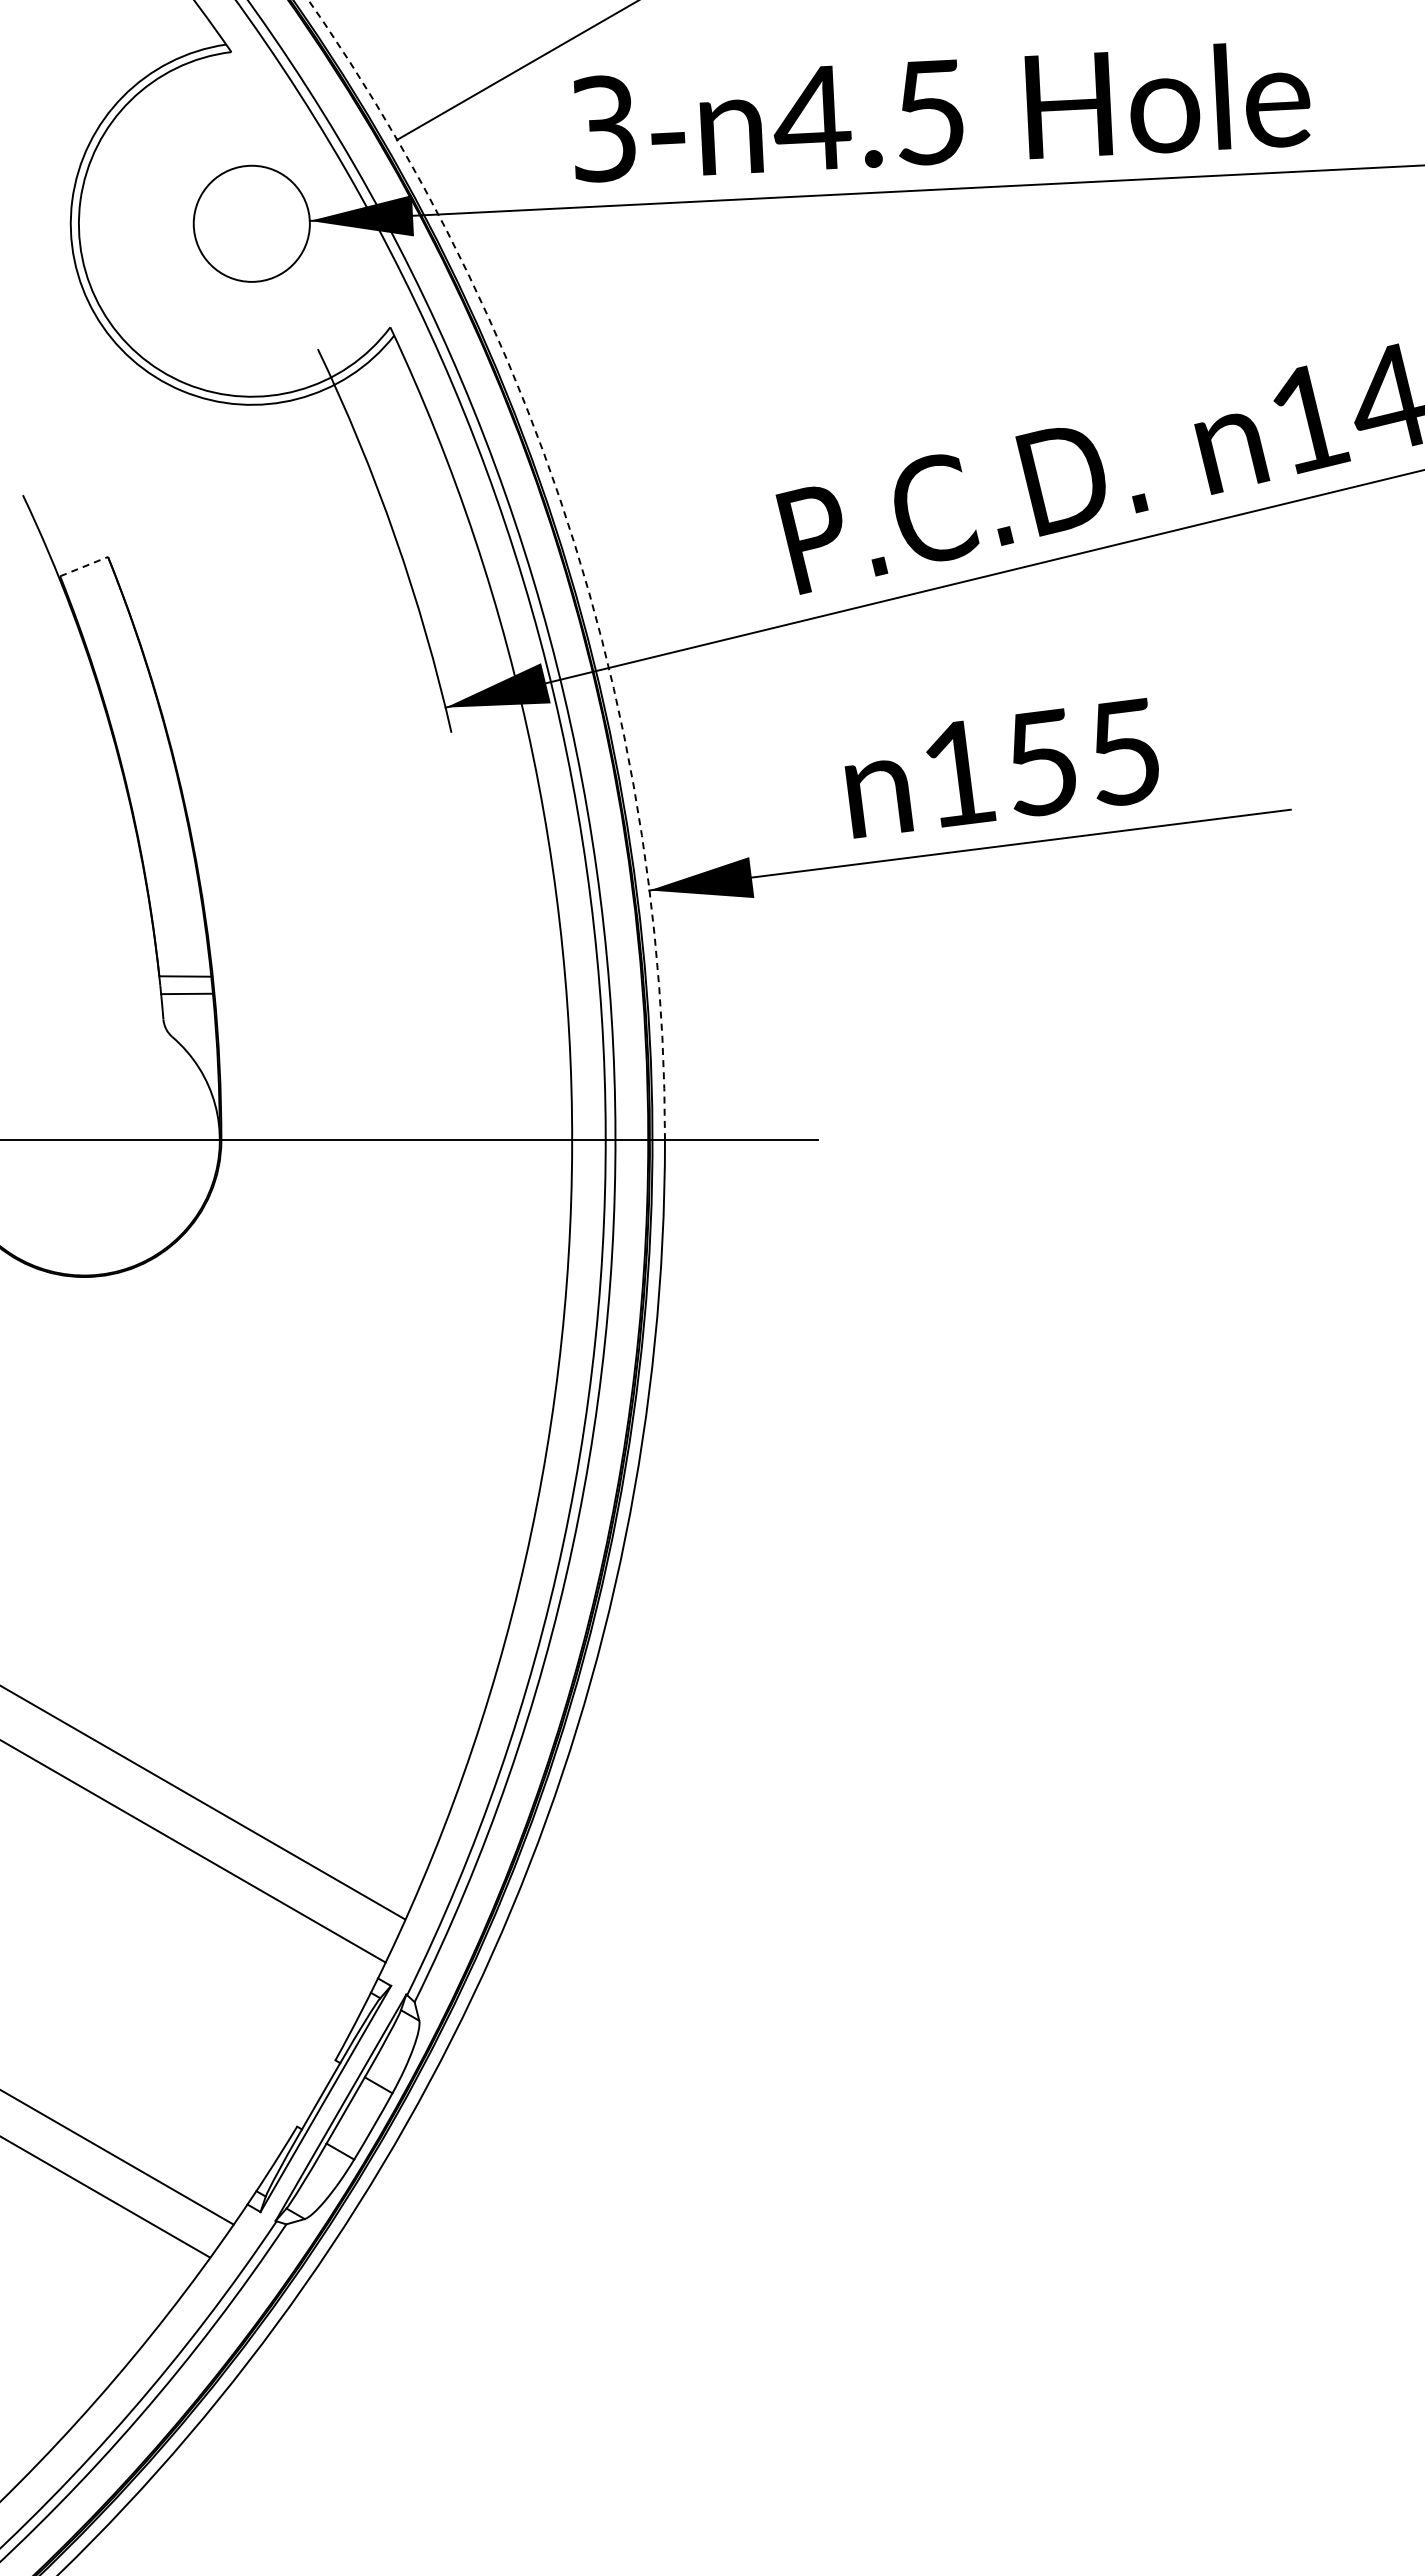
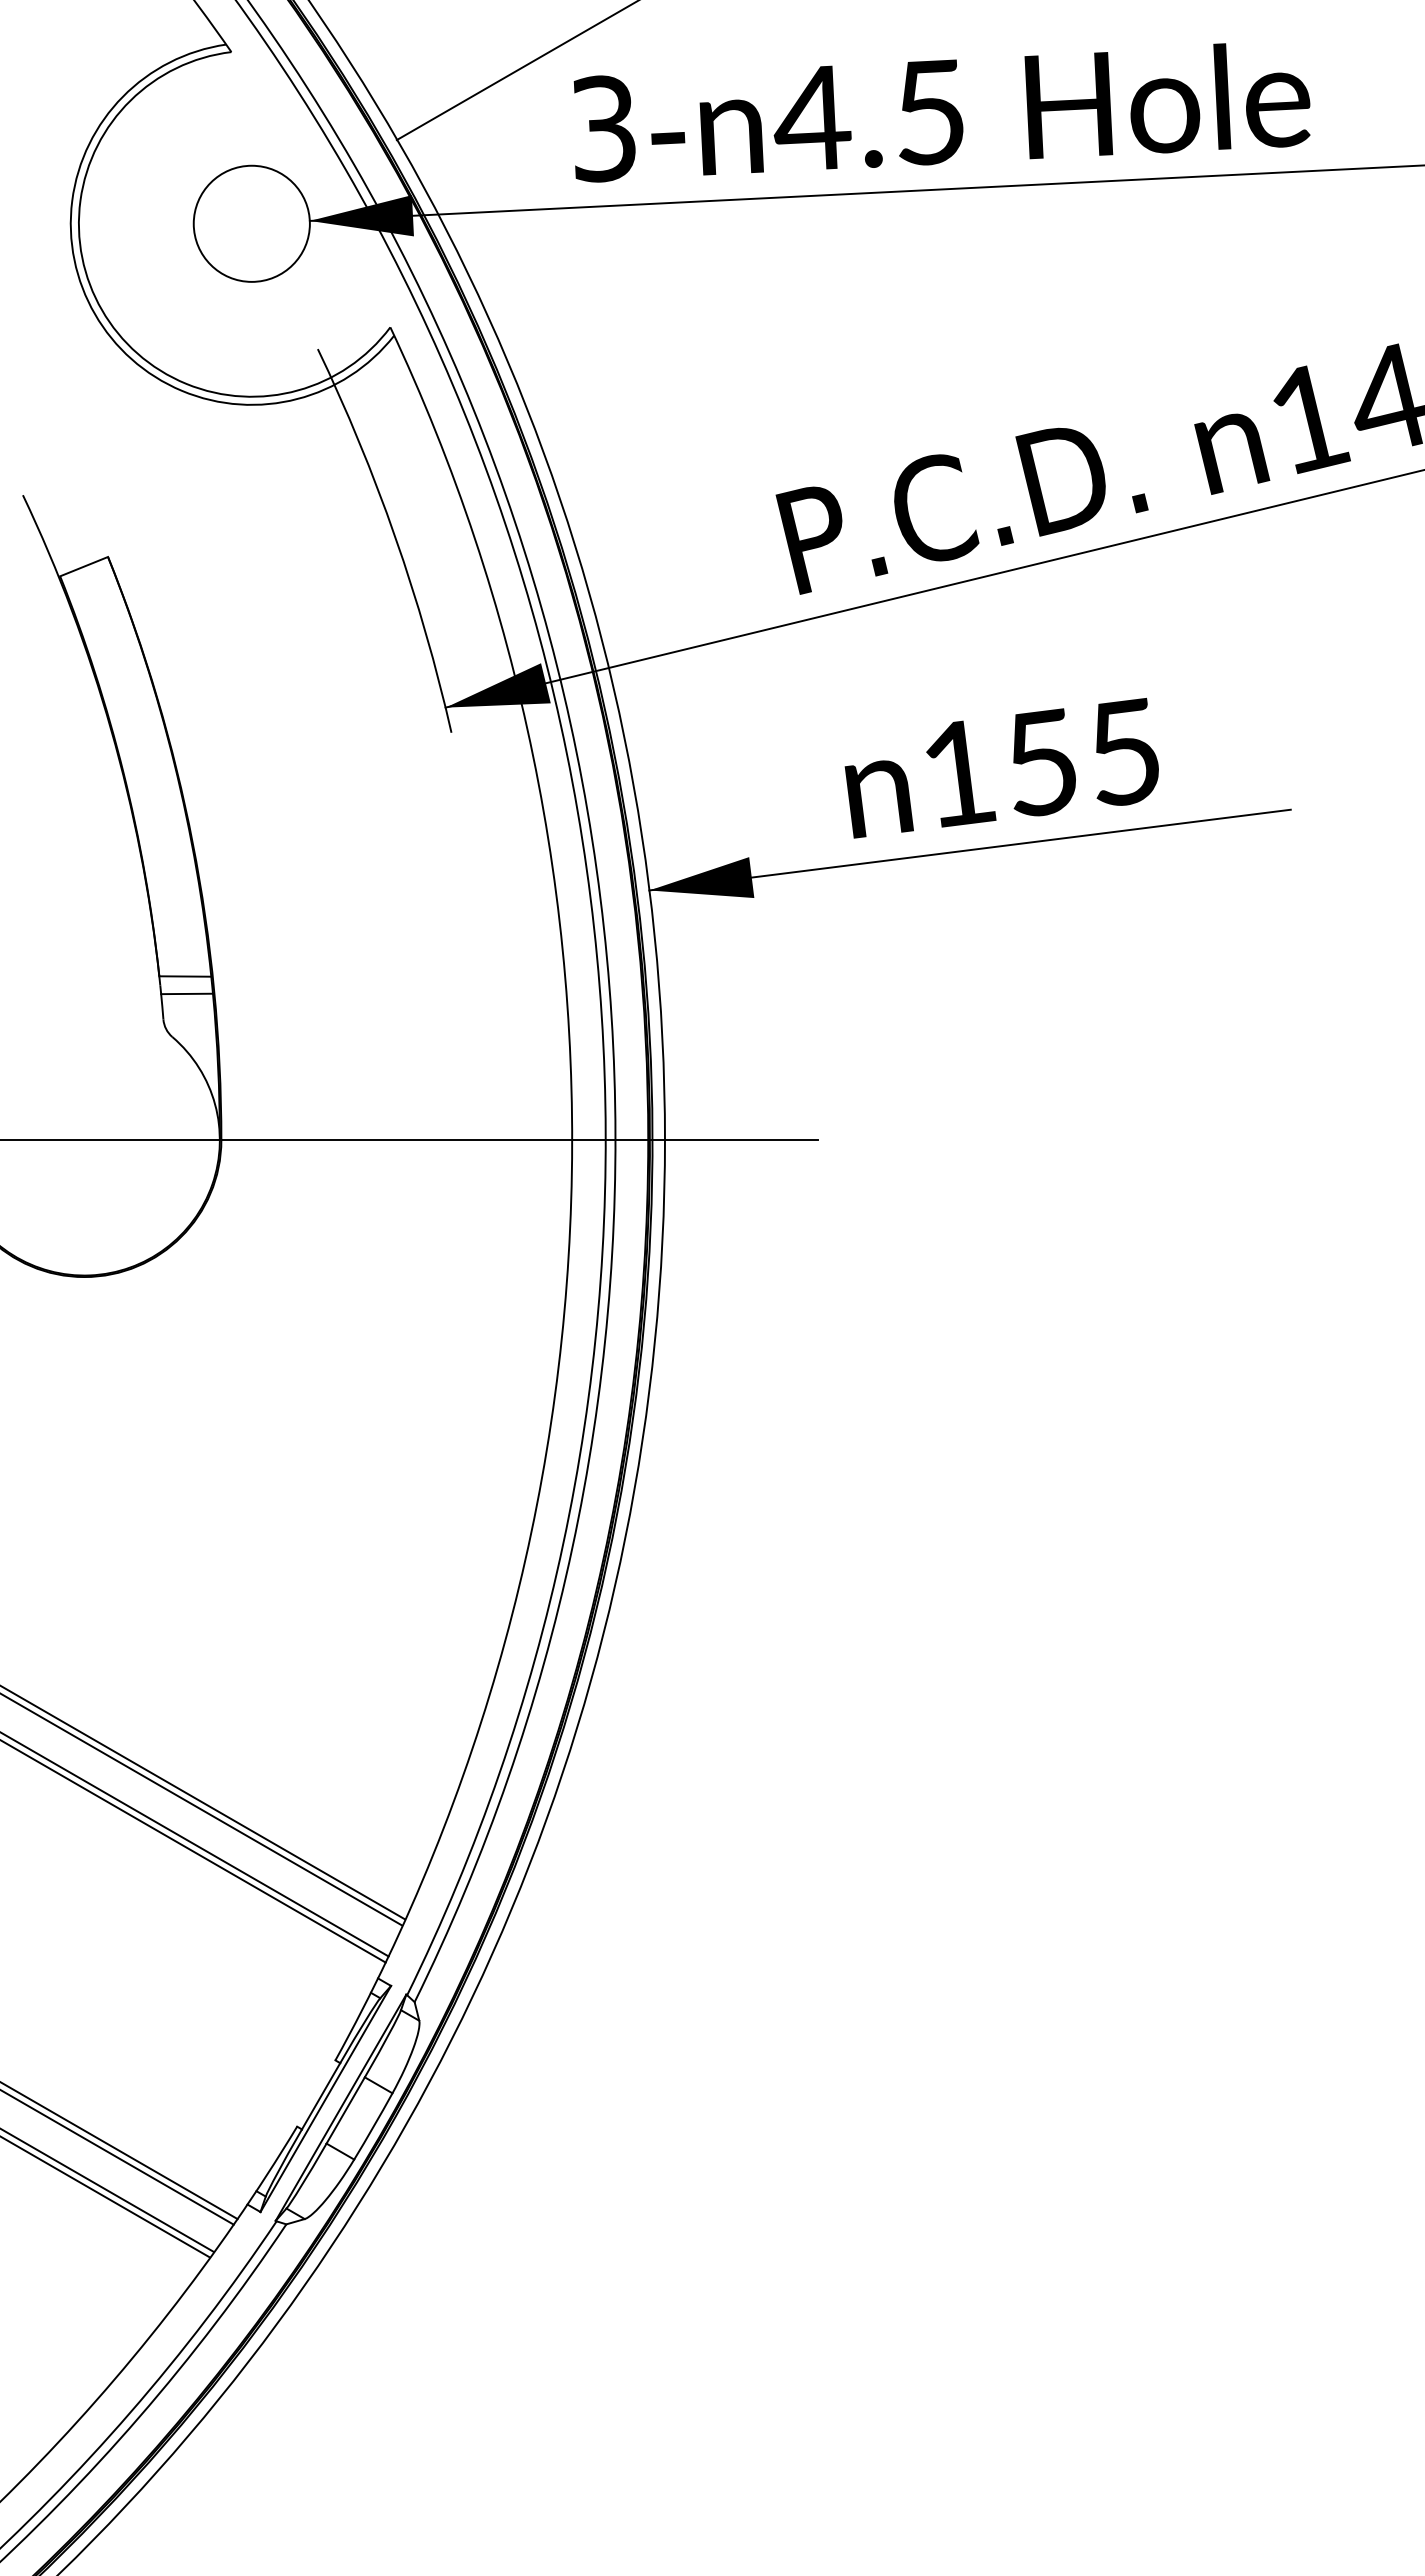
arc at (572, 538): dashed -> solid
line at (84, 566): dashed -> solid
line at (201, 1809): none -> present
line at (195, 1844): none -> present
line at (119, 2151): none -> present
line at (107, 2190): none -> present
